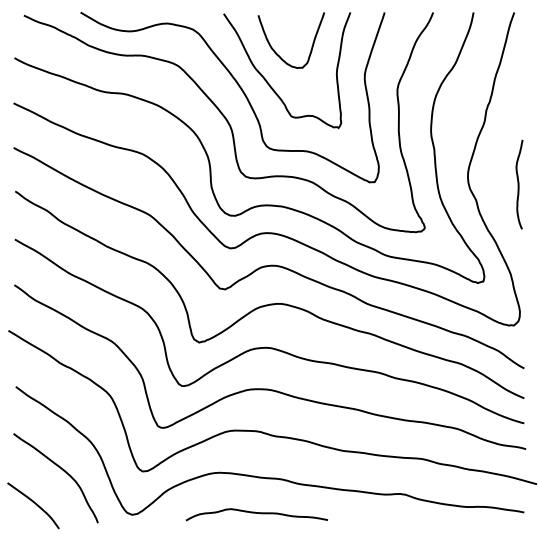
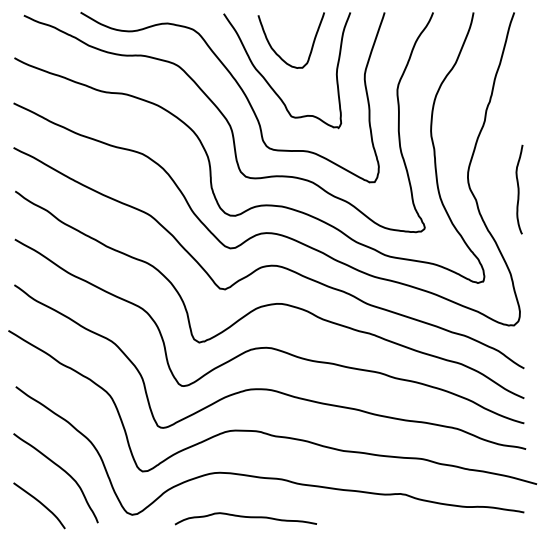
curve at (519, 184) position: (519, 184) -> (519, 189)
curve at (33, 503) position: (33, 503) -> (39, 503)
curve at (256, 513) position: (256, 513) -> (245, 517)
